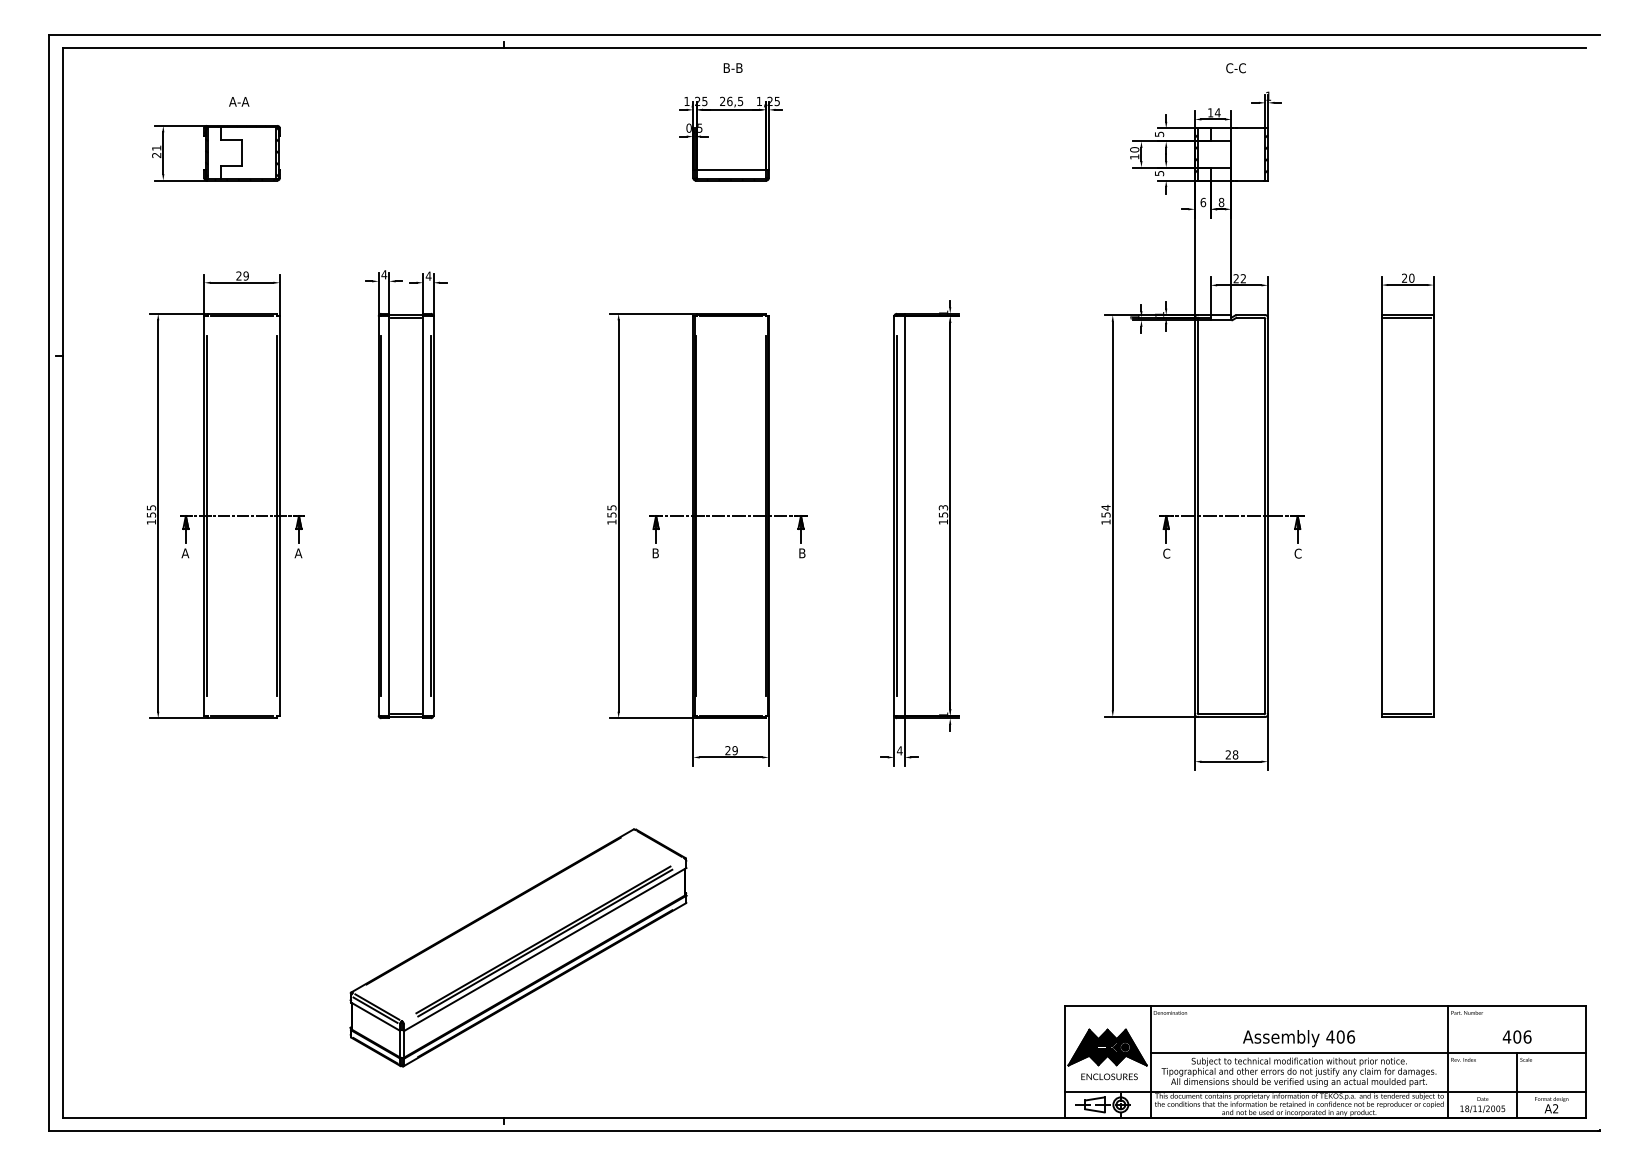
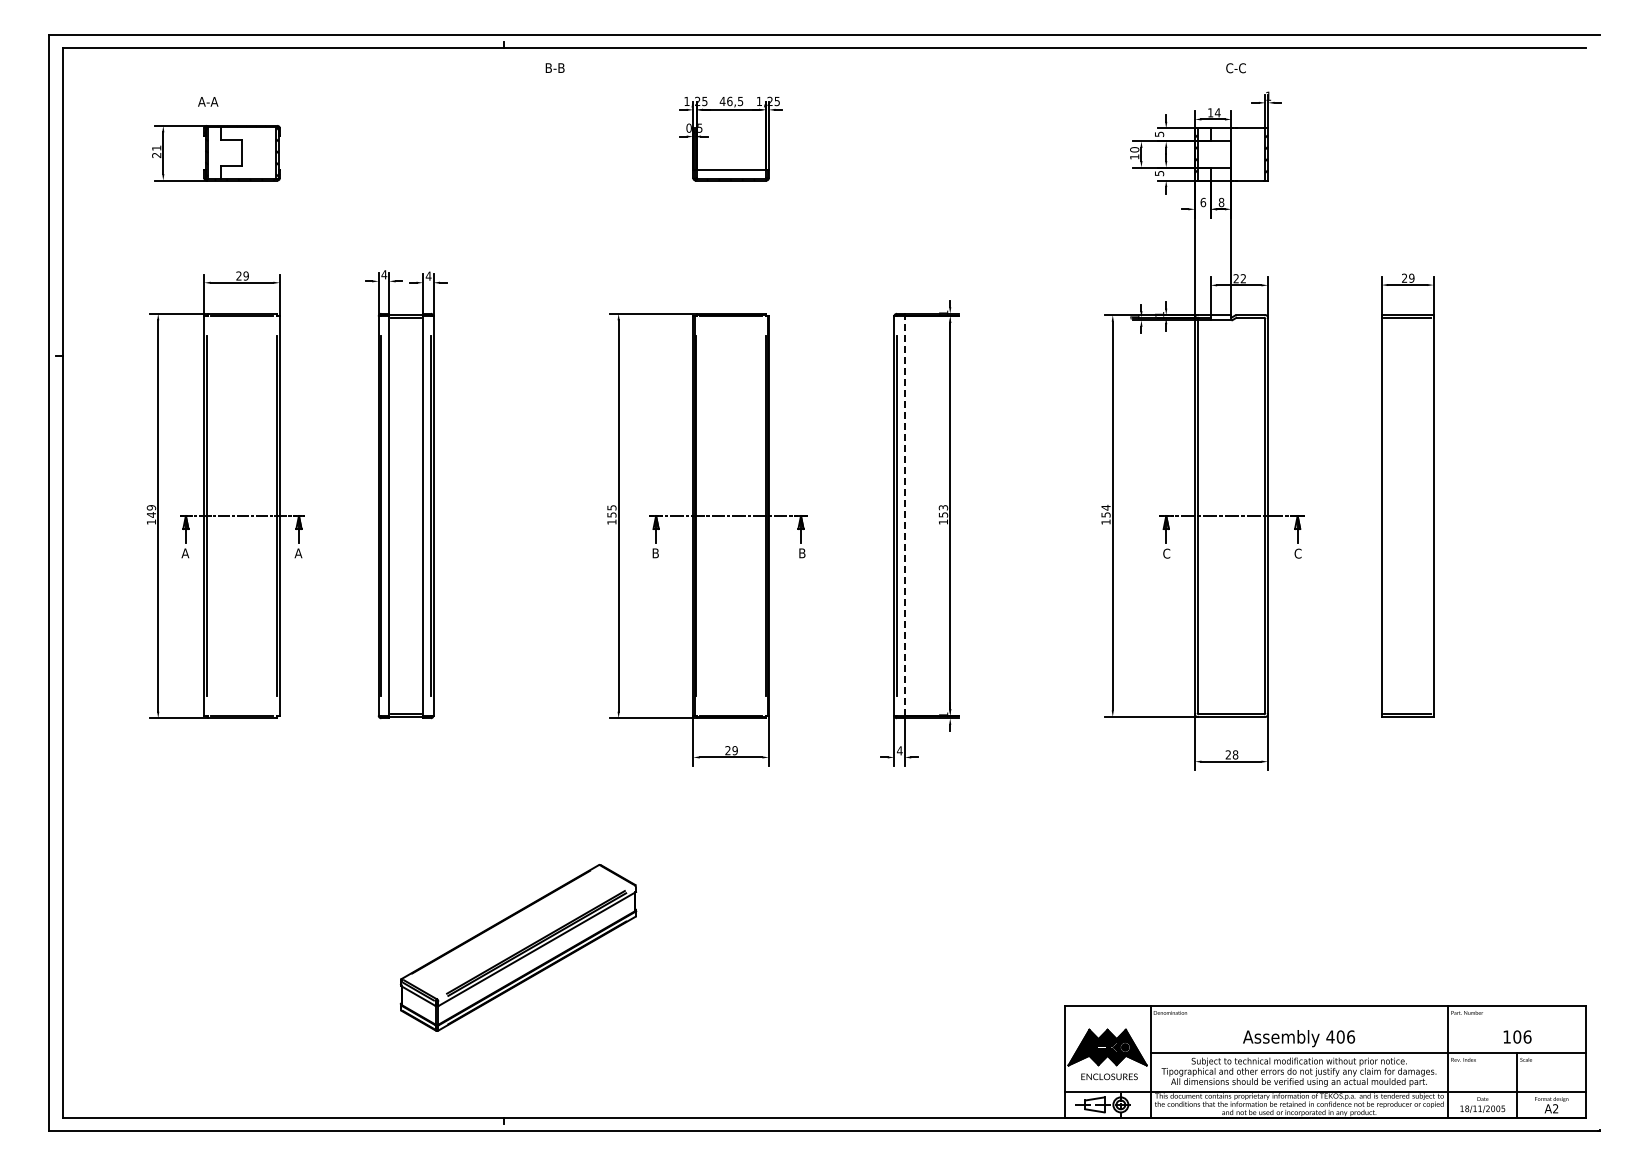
text at (732, 67) position: (732, 67) -> (554, 67)
text at (722, 100): 26,5 -> 46,5
text at (239, 101) position: (239, 101) -> (208, 101)
text at (1411, 278): 20 -> 29
text at (151, 511): 155 -> 149
line at (904, 516): solid -> dashed
part at (518, 947) size: 339x240 px -> 239x168 px
text at (1506, 1036): 406 -> 106
